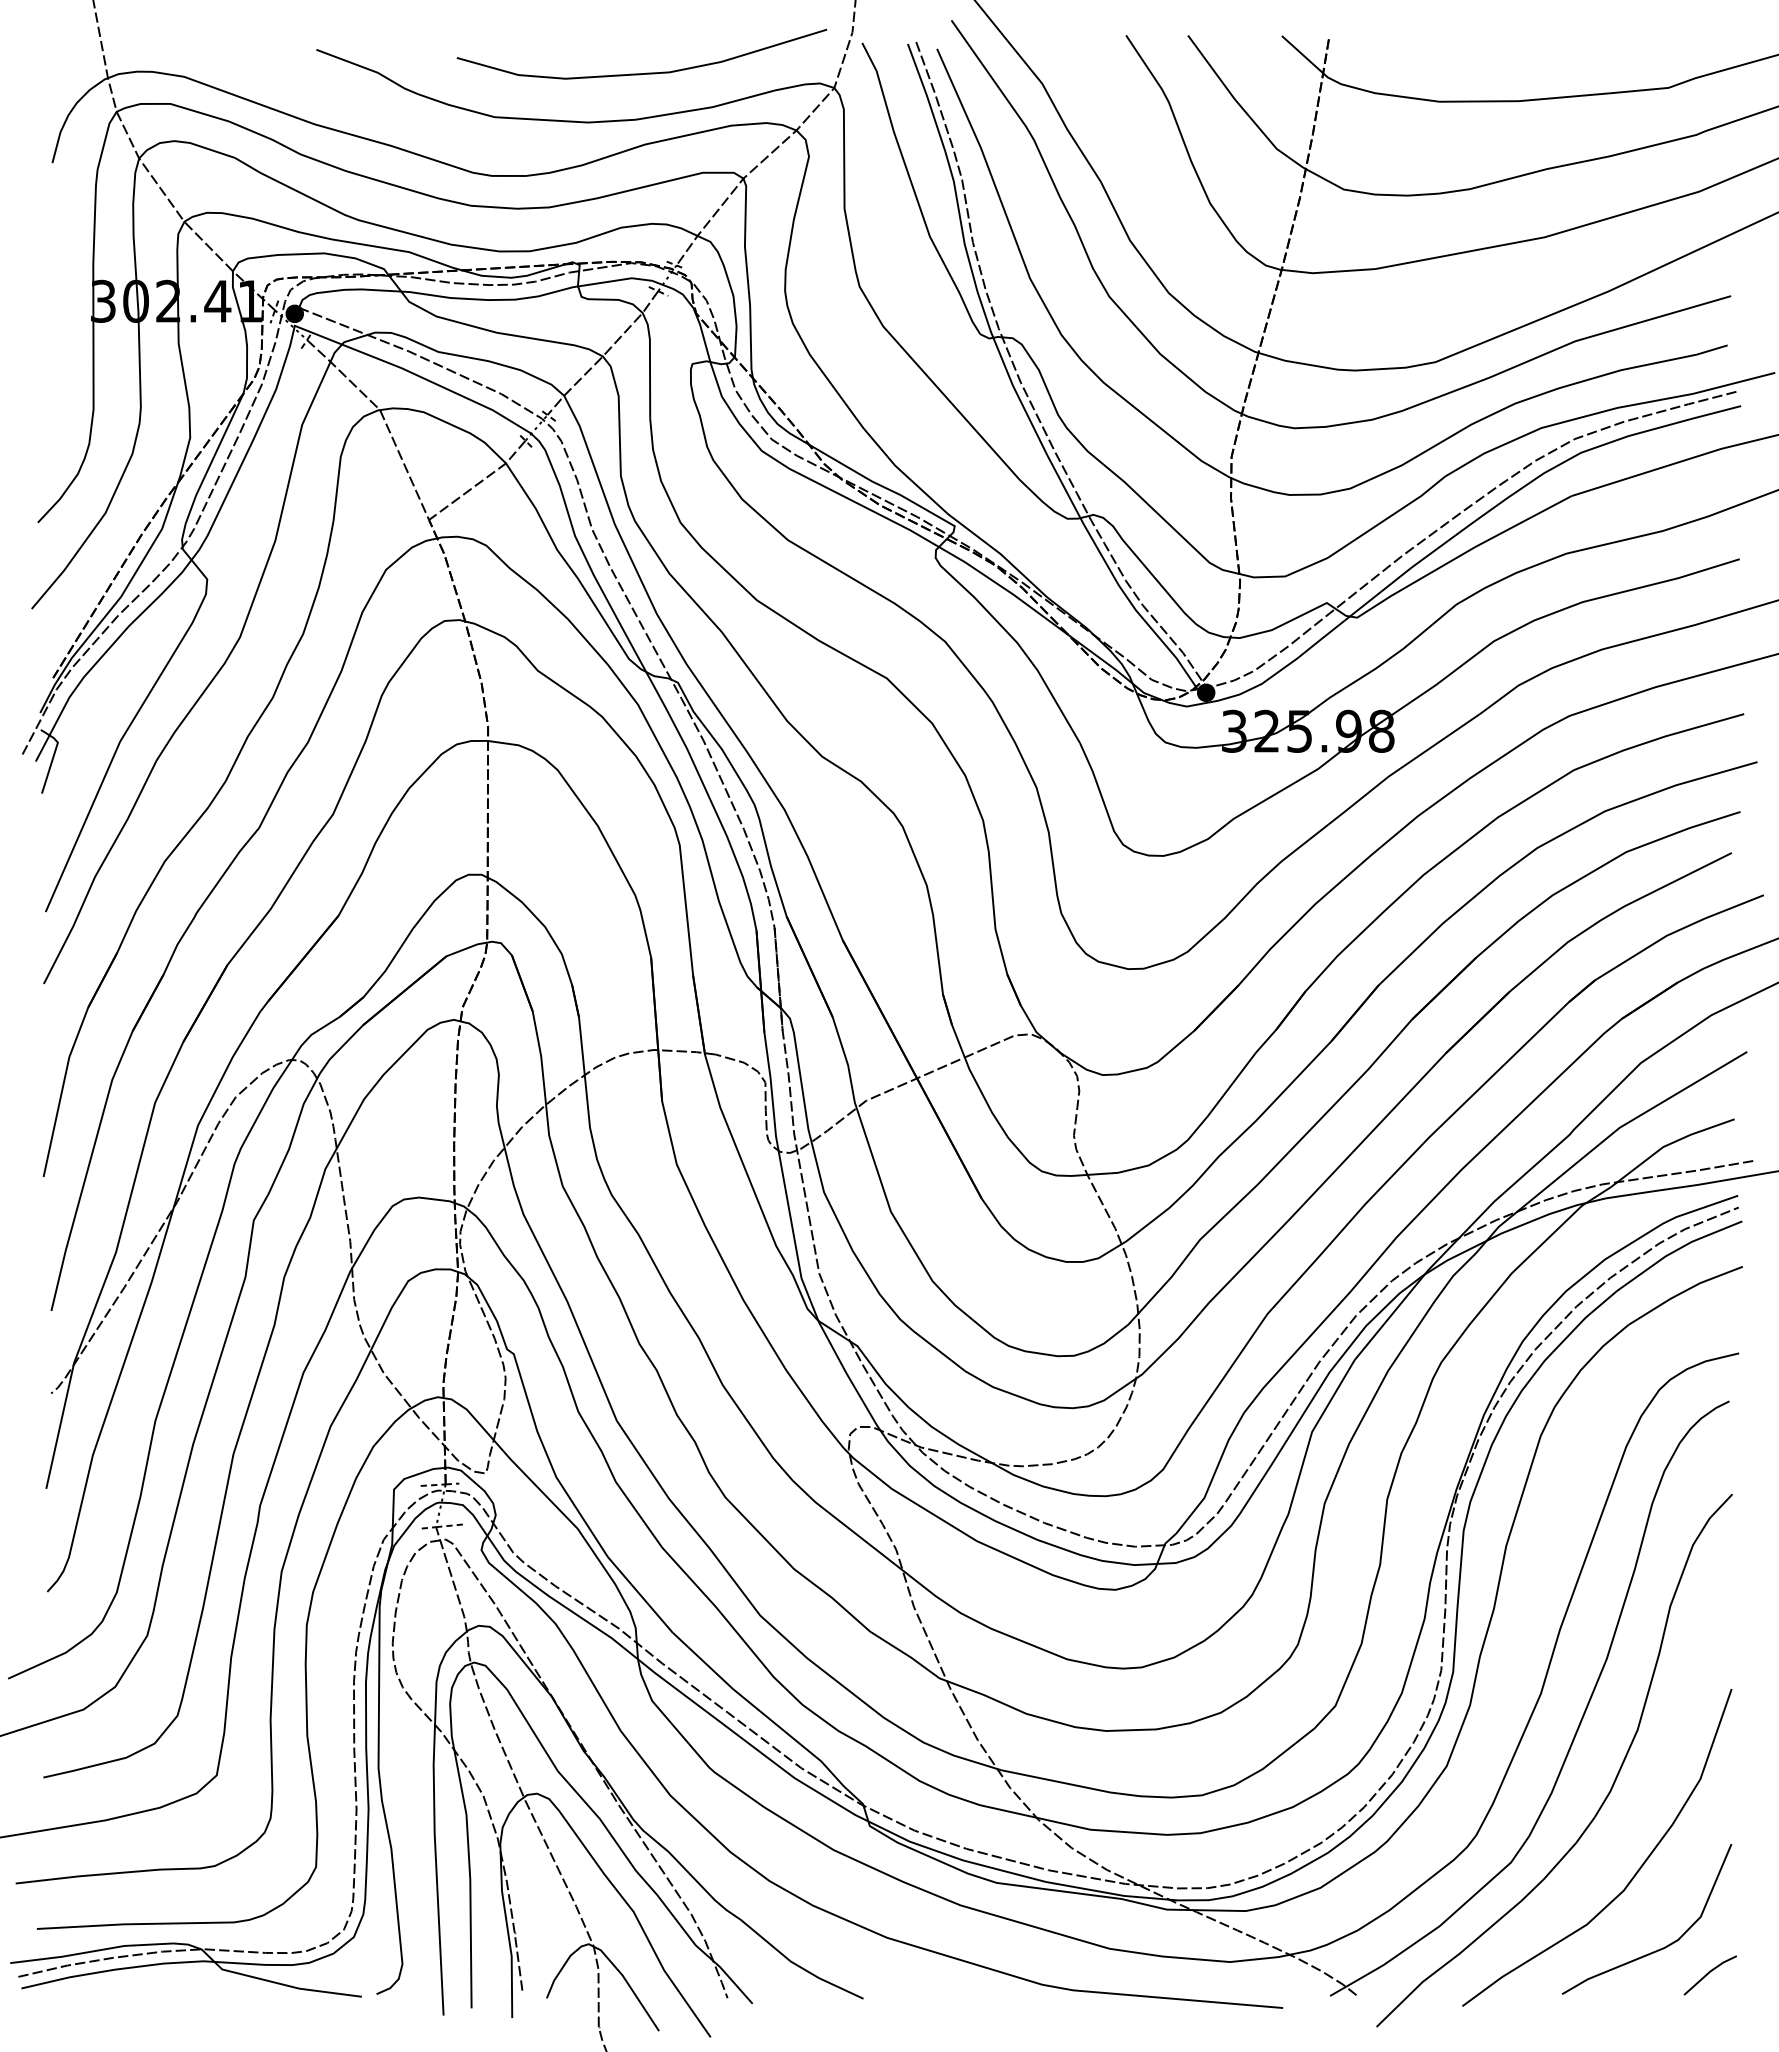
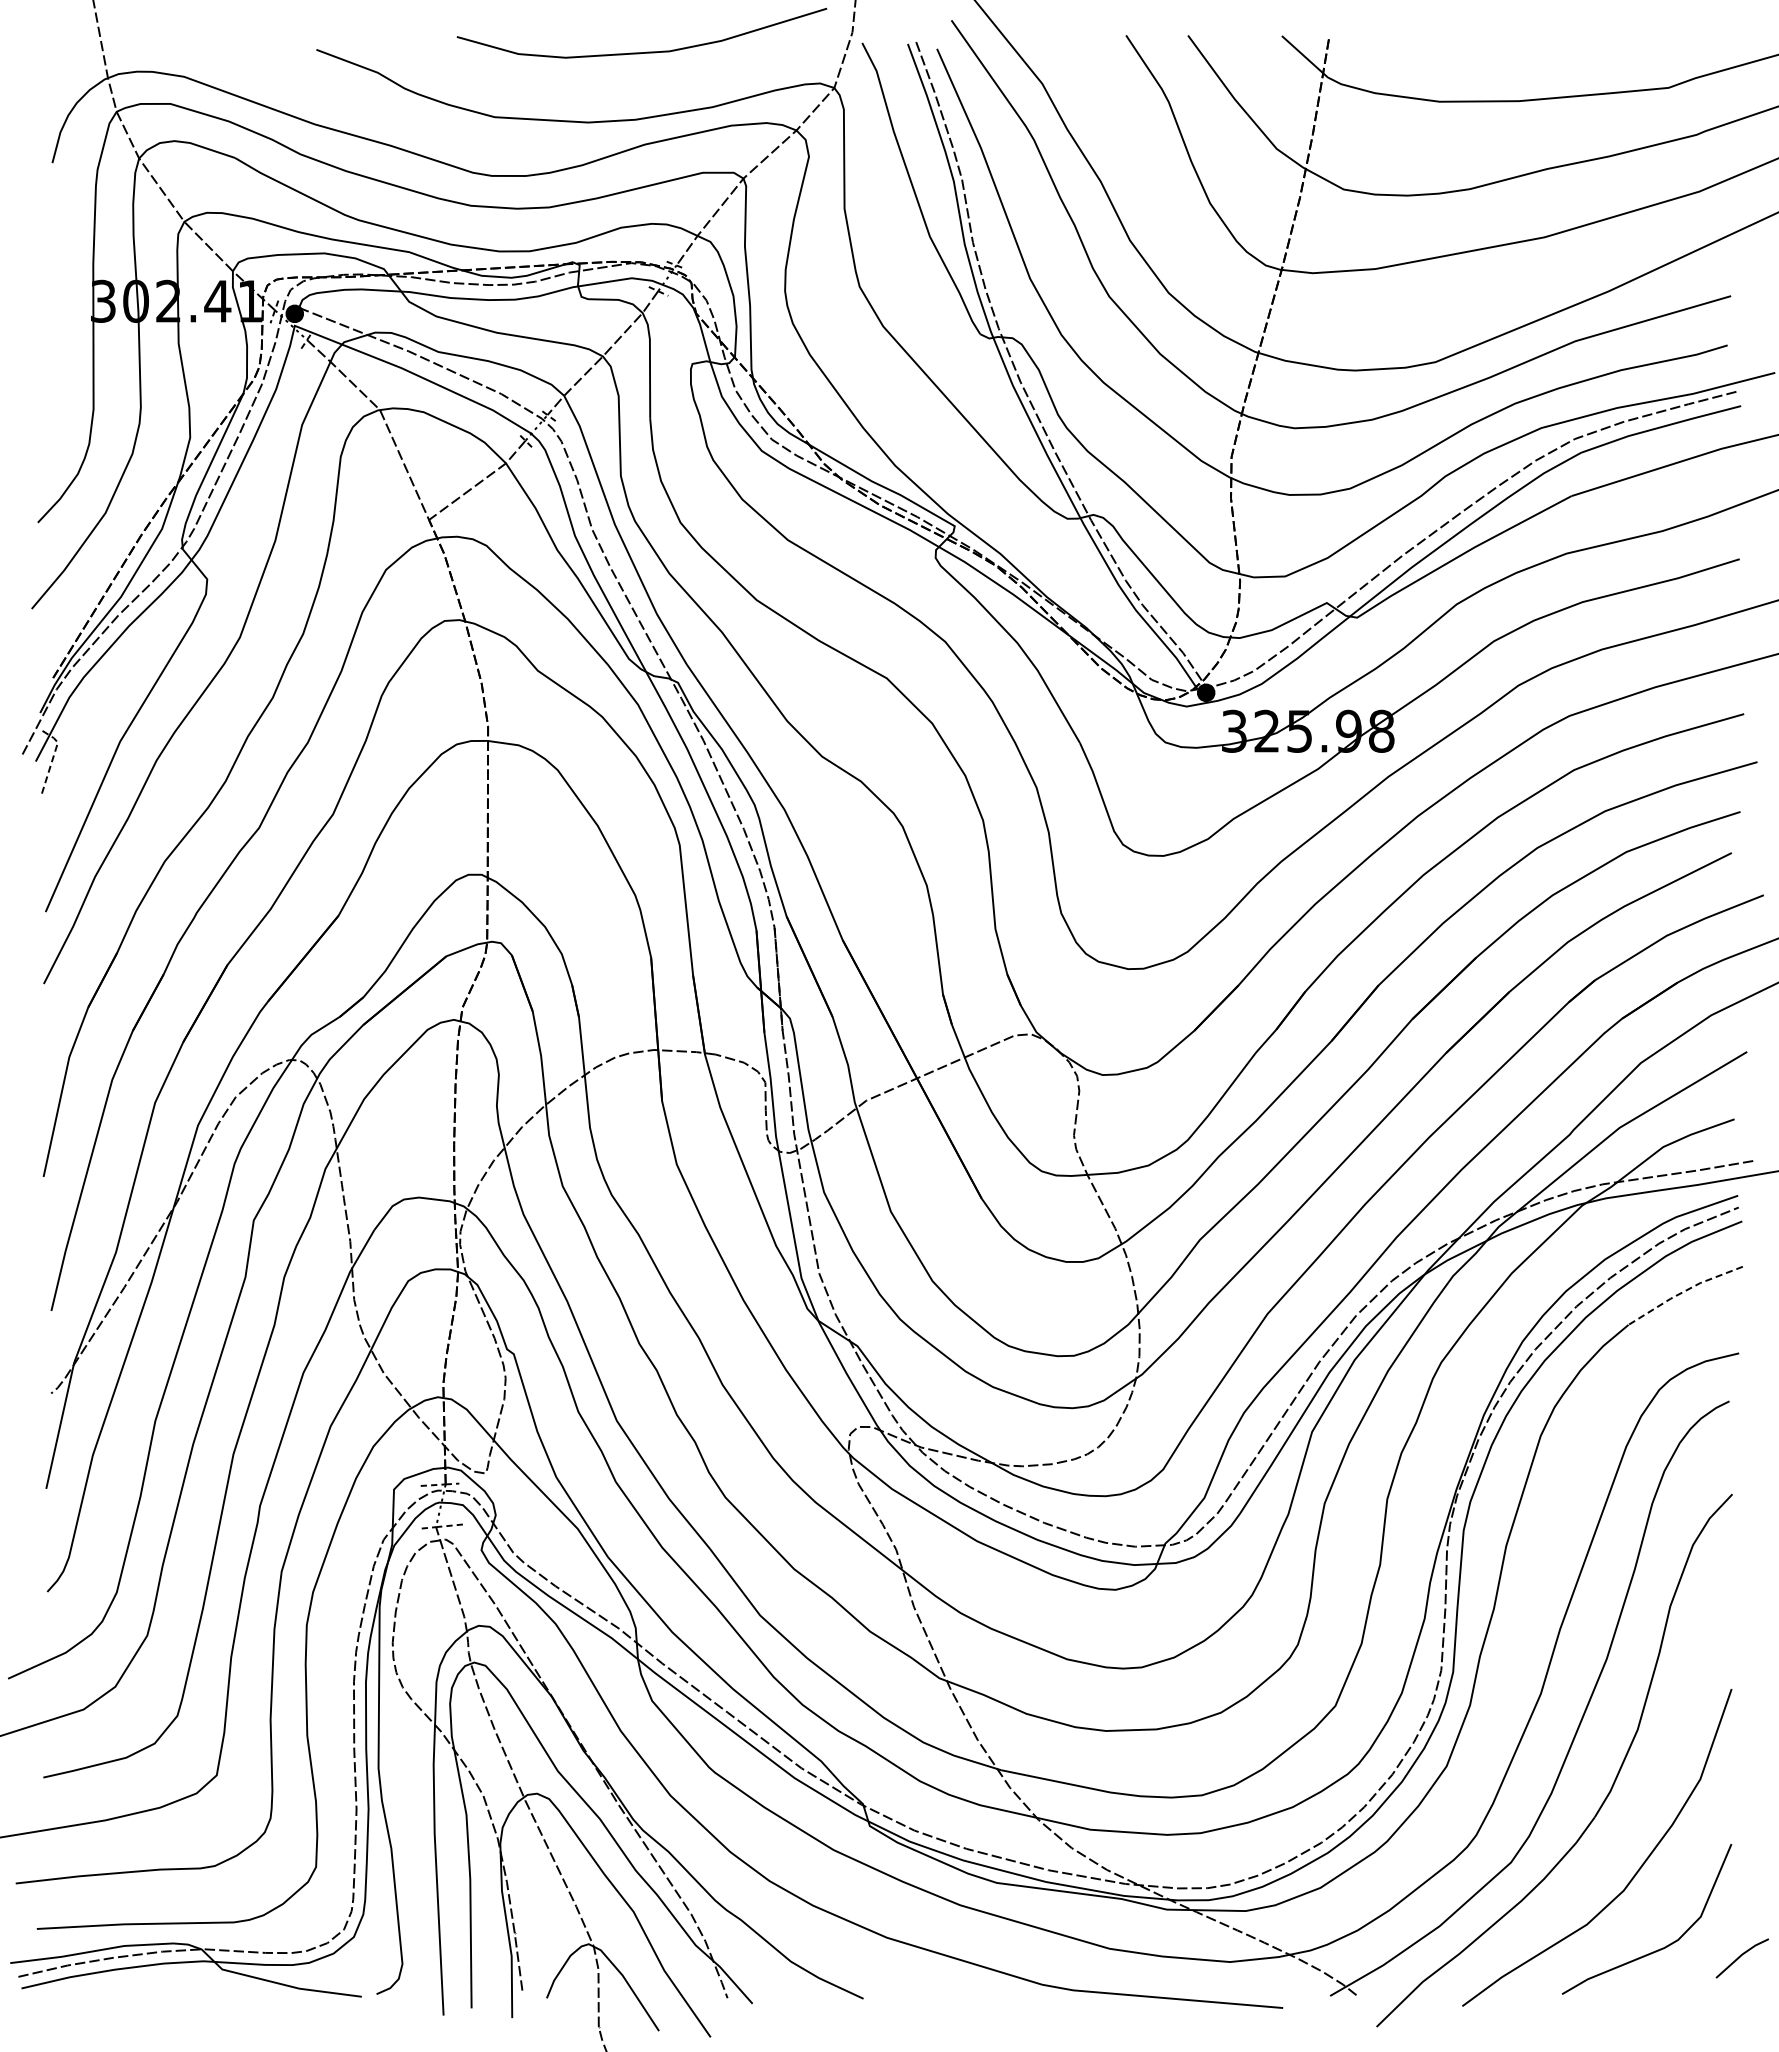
curve at (646, 72) position: (646, 72) -> (646, 51)
line at (53, 755): solid -> dashed
line at (1683, 1291): solid -> dashed
line at (1708, 1974) position: (1708, 1974) -> (1740, 1957)
